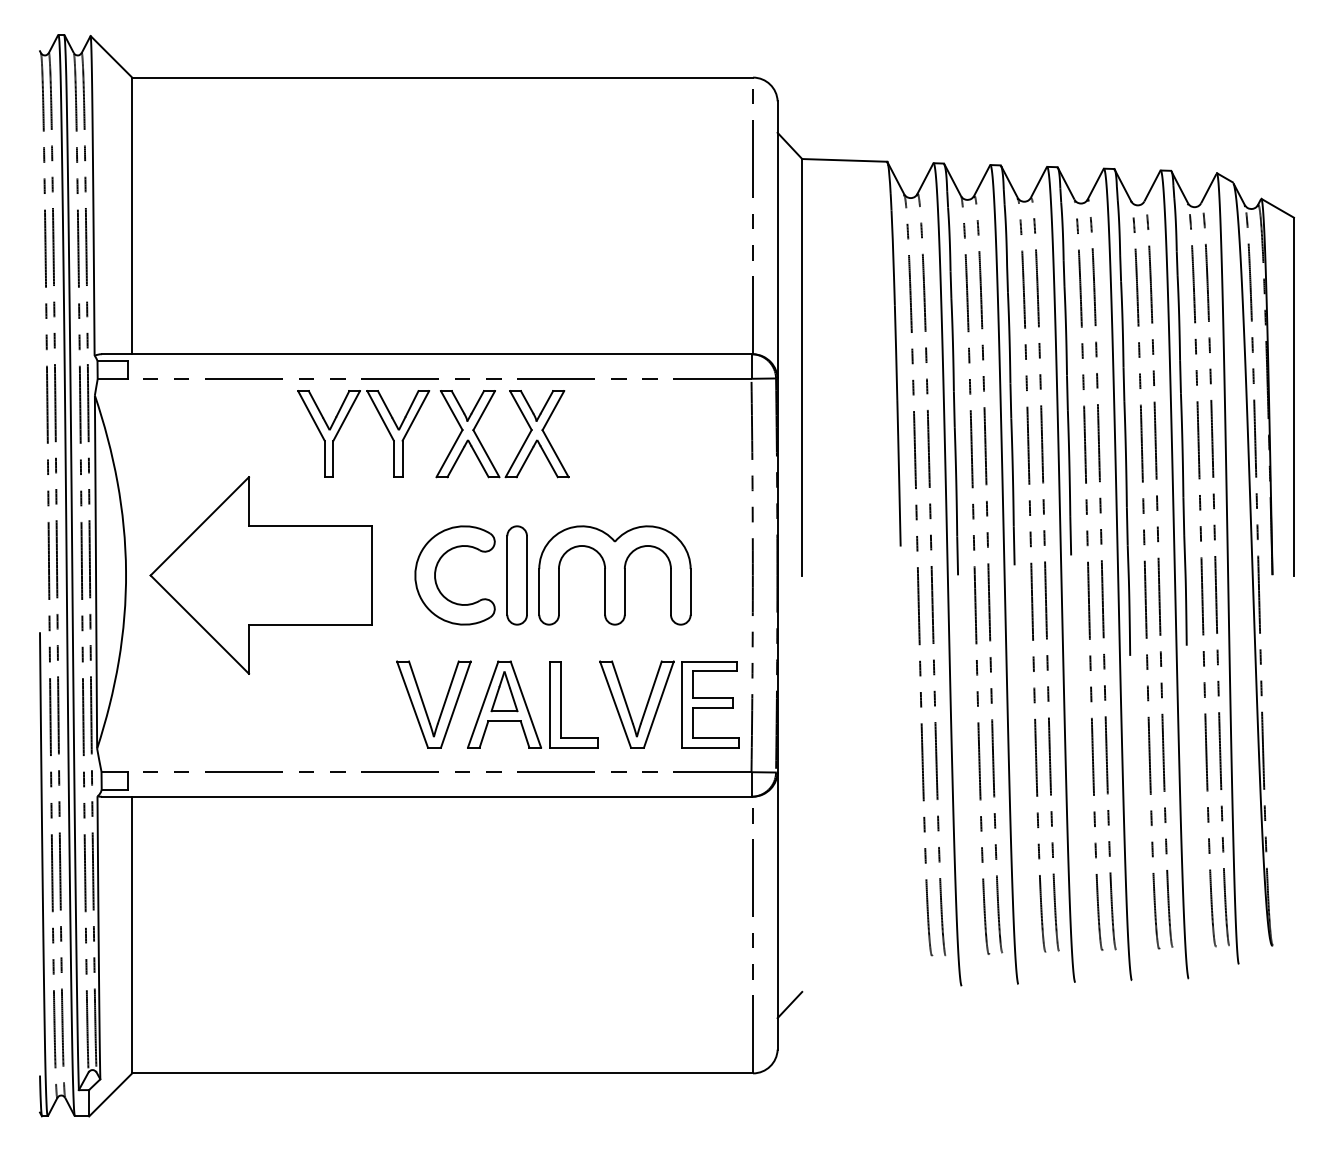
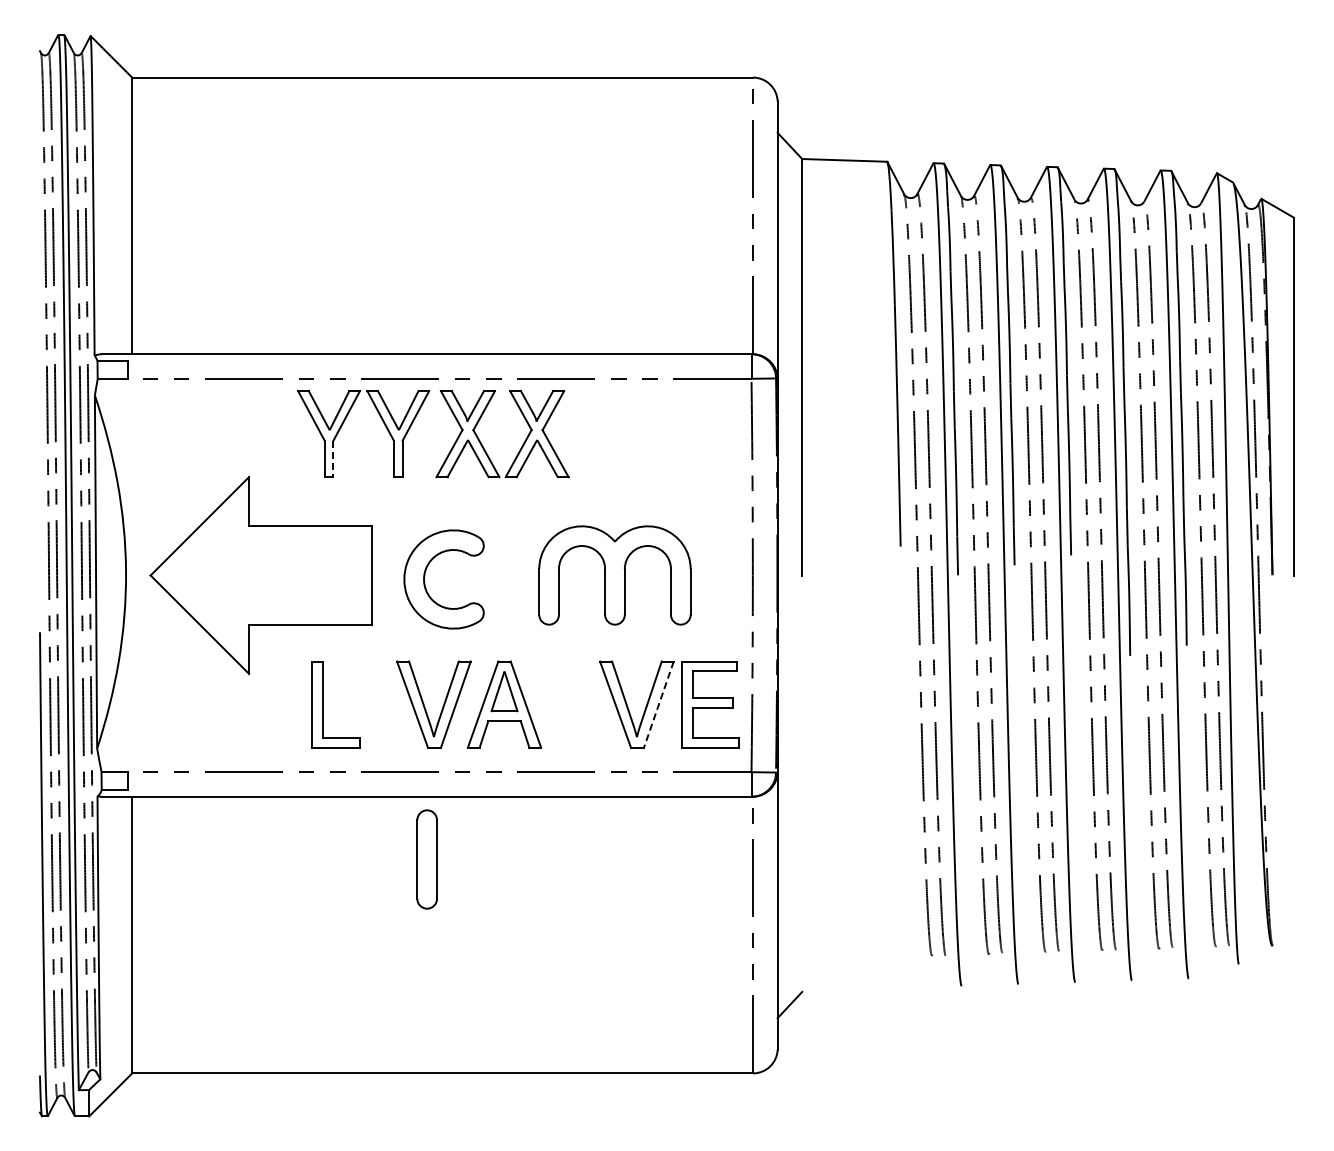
line at (333, 459): solid -> dashed
part at (436, 572) position: (436, 572) -> (425, 576)
part at (516, 575) position: (516, 575) -> (426, 859)
part at (561, 704) position: (561, 704) -> (323, 704)
line at (658, 704): solid -> dashed
